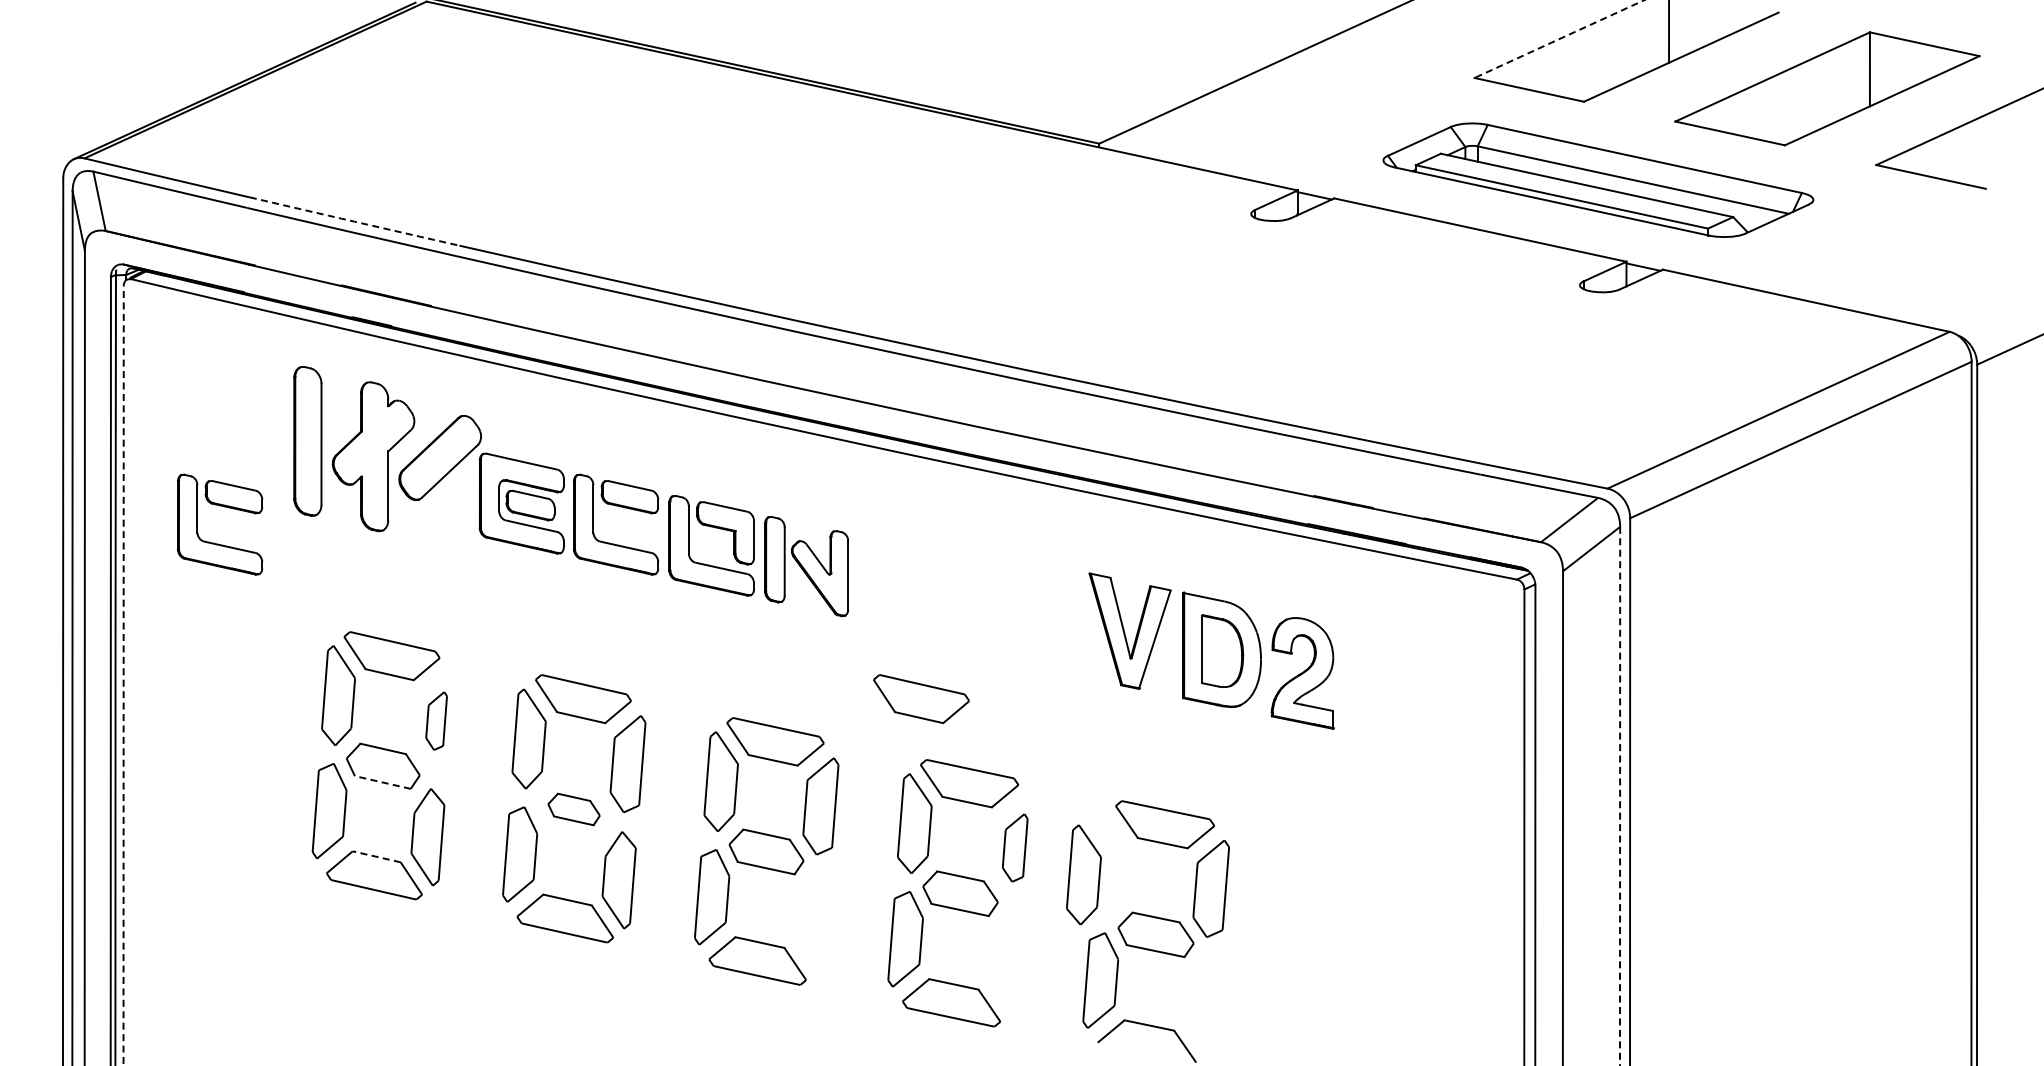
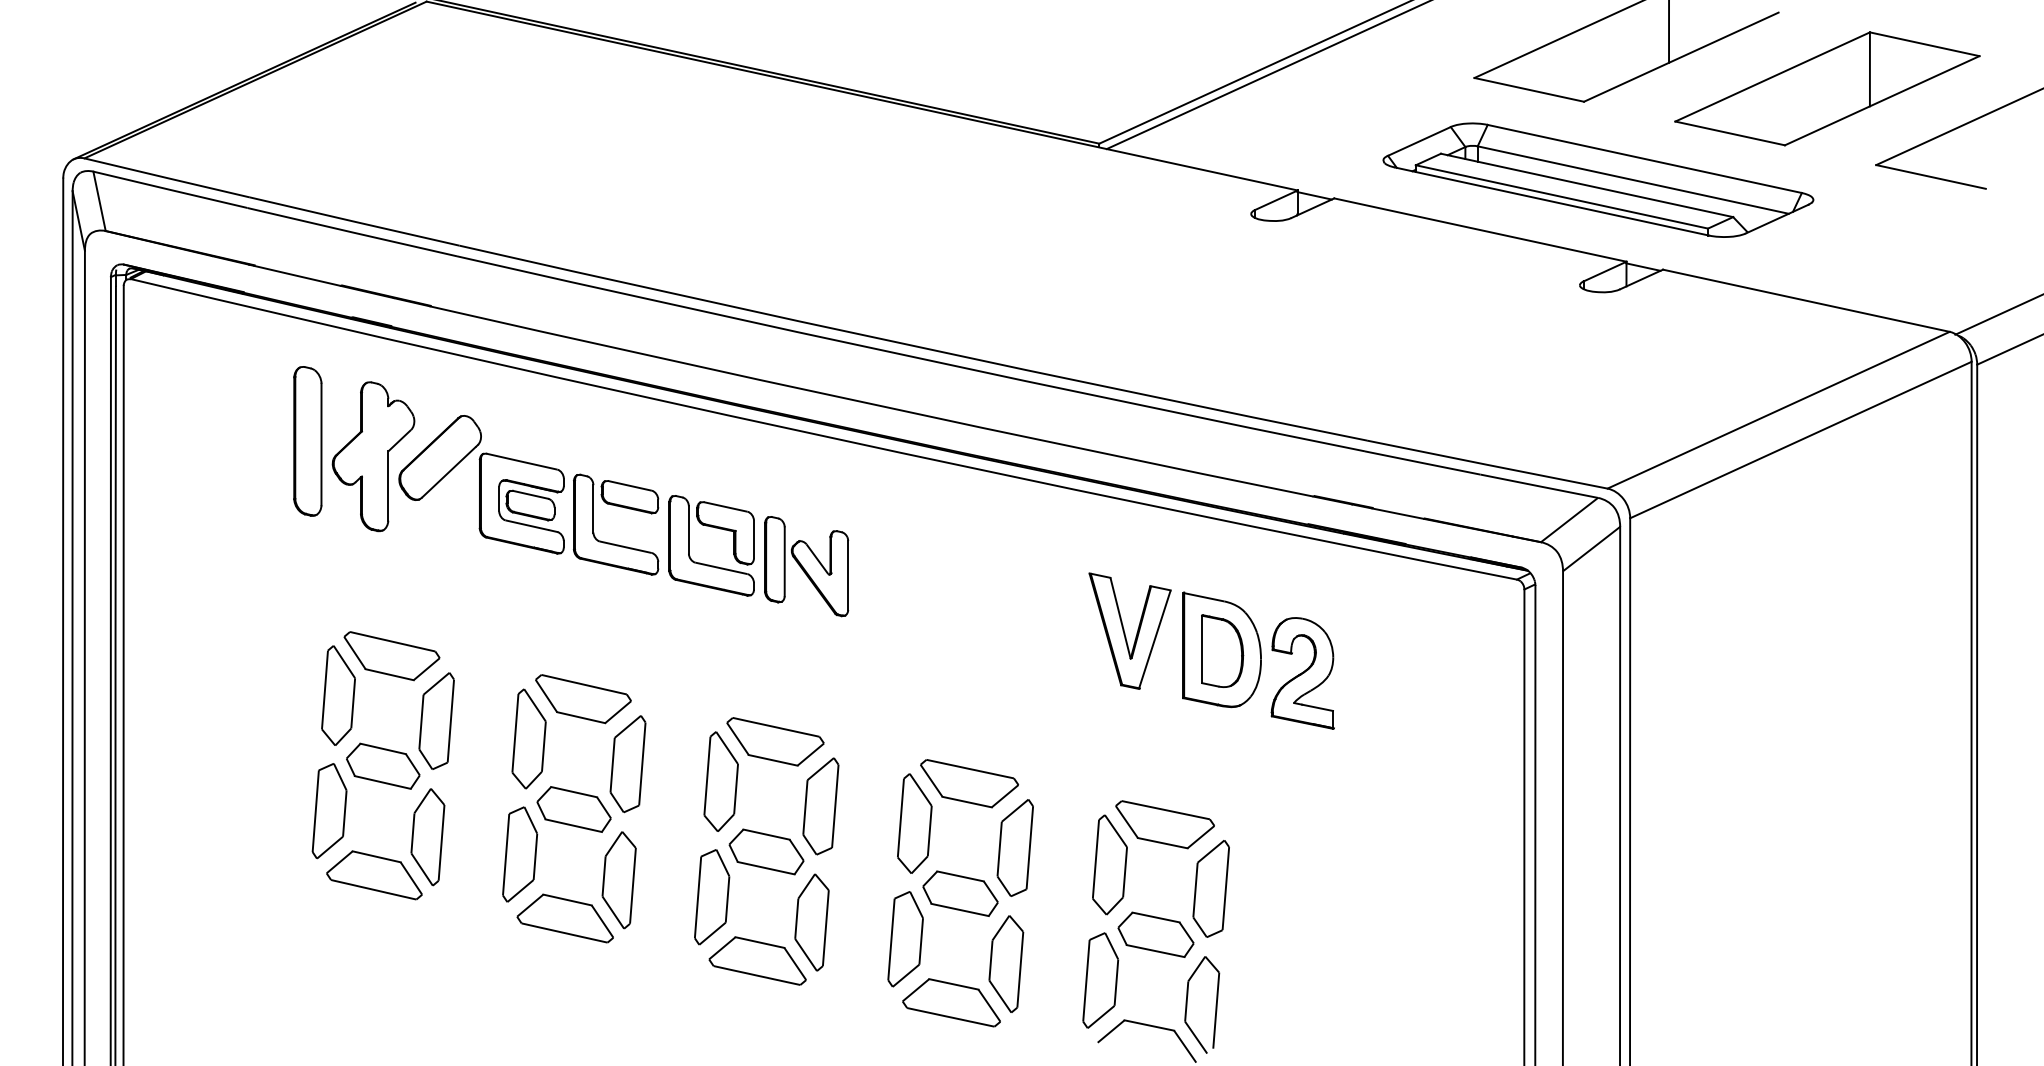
line at (1559, 39): dashed -> solid
line at (1266, 75): none -> present
arc at (354, 221): dashed -> solid
line at (1997, 314): none -> present
part at (224, 507): present -> none
line at (123, 675): dashed -> solid
part at (921, 699): present -> none
part at (436, 720) size: 23x60 px -> 37x98 px
line at (382, 782): dashed -> solid
line at (1620, 796): dashed -> solid
part at (573, 809) size: 54x35 px -> 76x47 px
part at (1015, 847) size: 27x70 px -> 38x98 px
line at (376, 856): dashed -> solid
part at (1083, 874) position: (1083, 874) -> (1109, 864)
part at (811, 922): none -> present
part at (1006, 963): none -> present
part at (1215, 1004): none -> present
